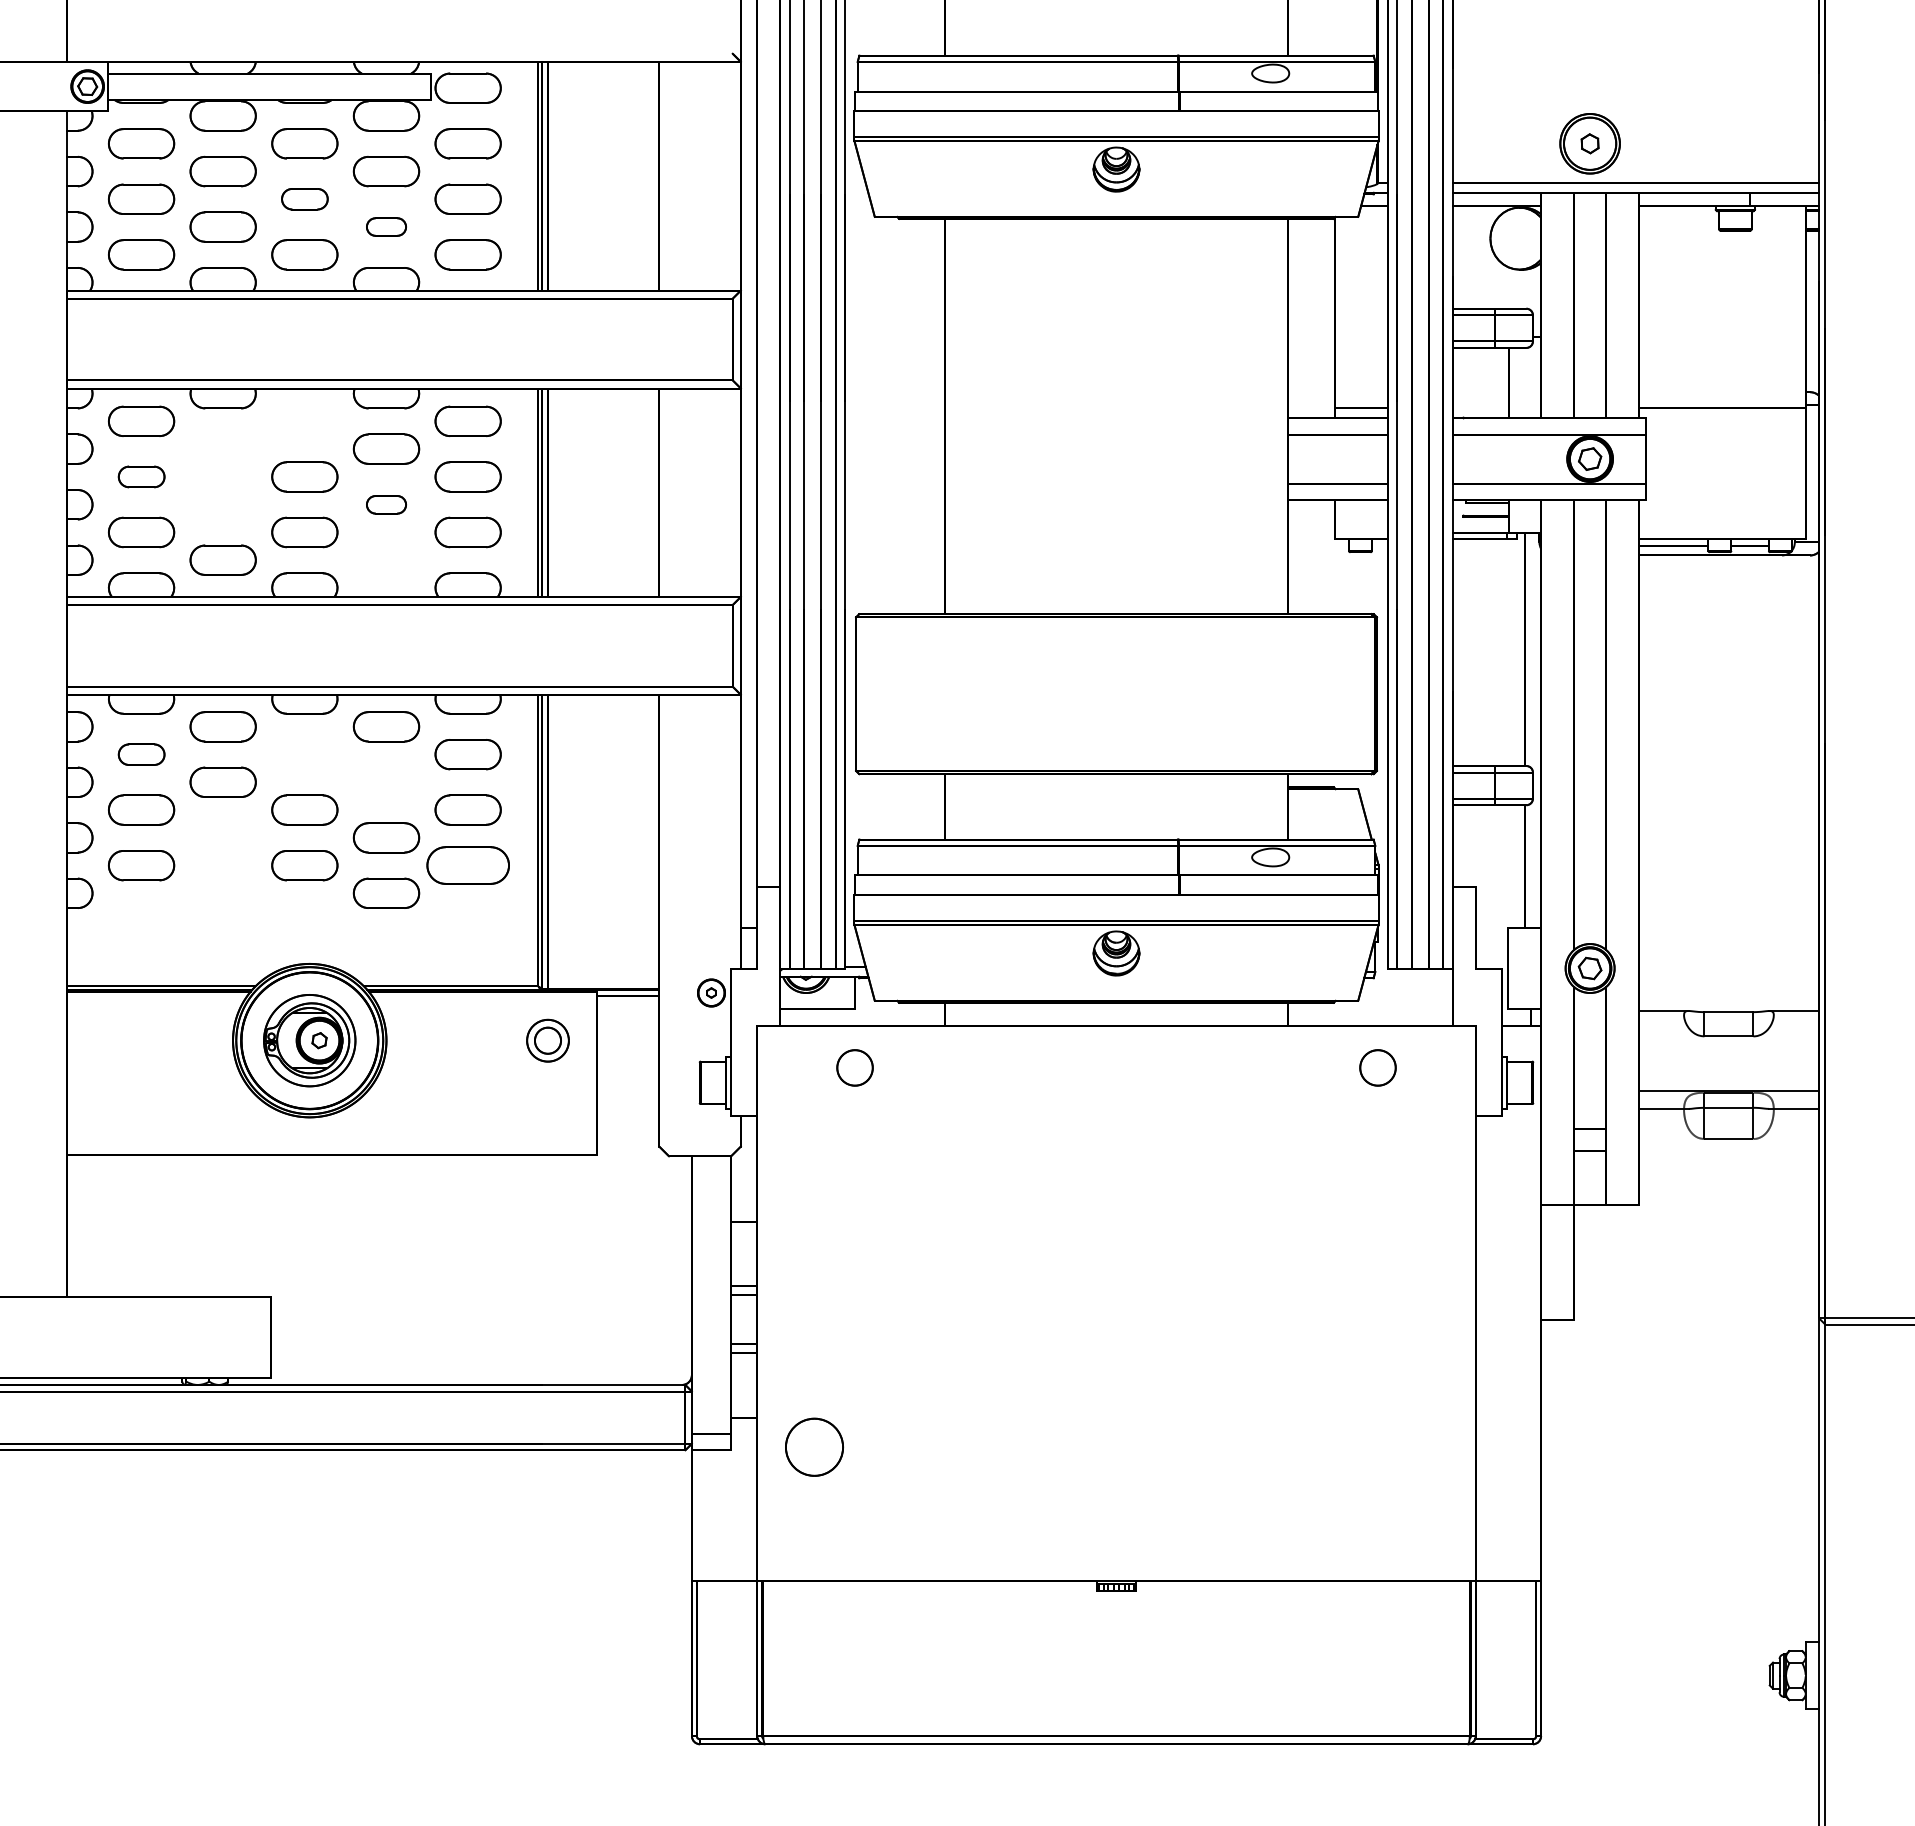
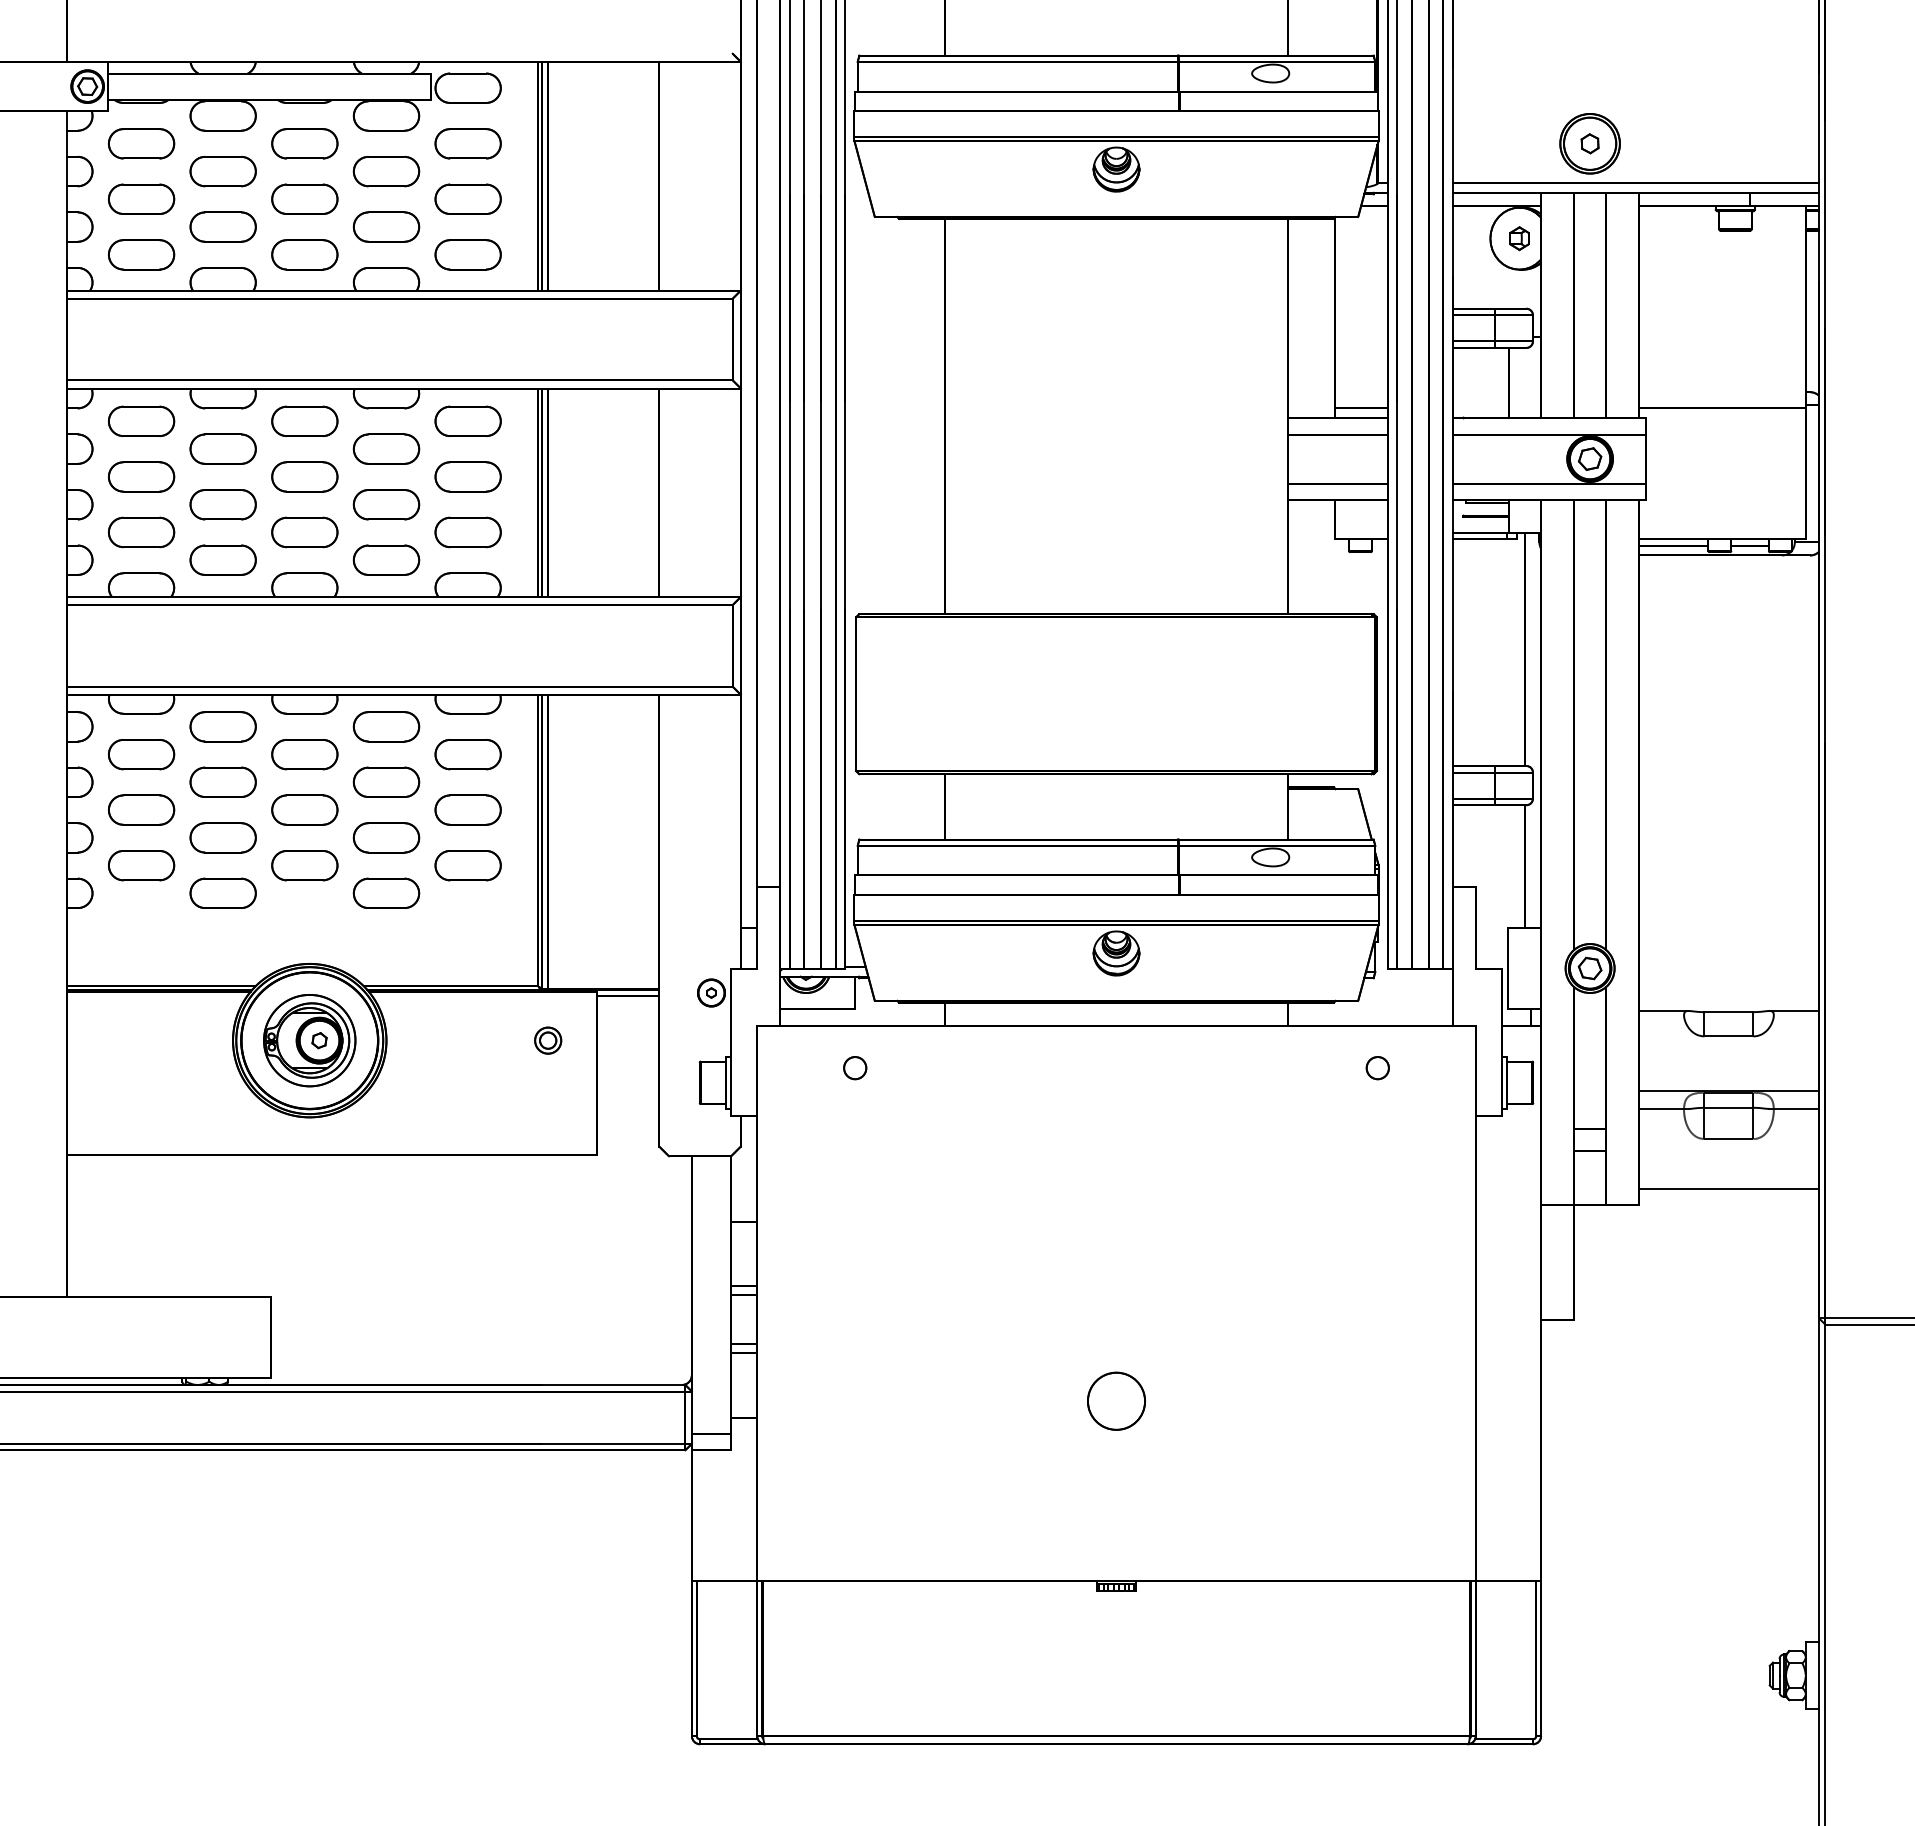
part at (304, 199) size: 48x23 px -> 68x32 px
part at (386, 226) size: 41x20 px -> 69x32 px
part at (1519, 238): none -> present
part at (304, 420): none -> present
part at (222, 448): none -> present
part at (141, 476) size: 49x24 px -> 68x32 px
part at (222, 504): none -> present
part at (386, 504) size: 41x20 px -> 69x32 px
part at (386, 559): none -> present
part at (141, 754) size: 49x23 px -> 68x32 px
part at (304, 754): none -> present
part at (386, 781): none -> present
part at (222, 837): none -> present
part at (467, 865) size: 84x39 px -> 68x32 px
part at (222, 892): none -> present
part at (547, 1040) size: 44x45 px -> 29x29 px
circle at (854, 1067) size: 38x38 px -> 25x25 px
circle at (1377, 1067) size: 38x38 px -> 25x25 px
line at (1728, 1189): none -> present
circle at (814, 1446) position: (814, 1446) -> (1116, 1400)
